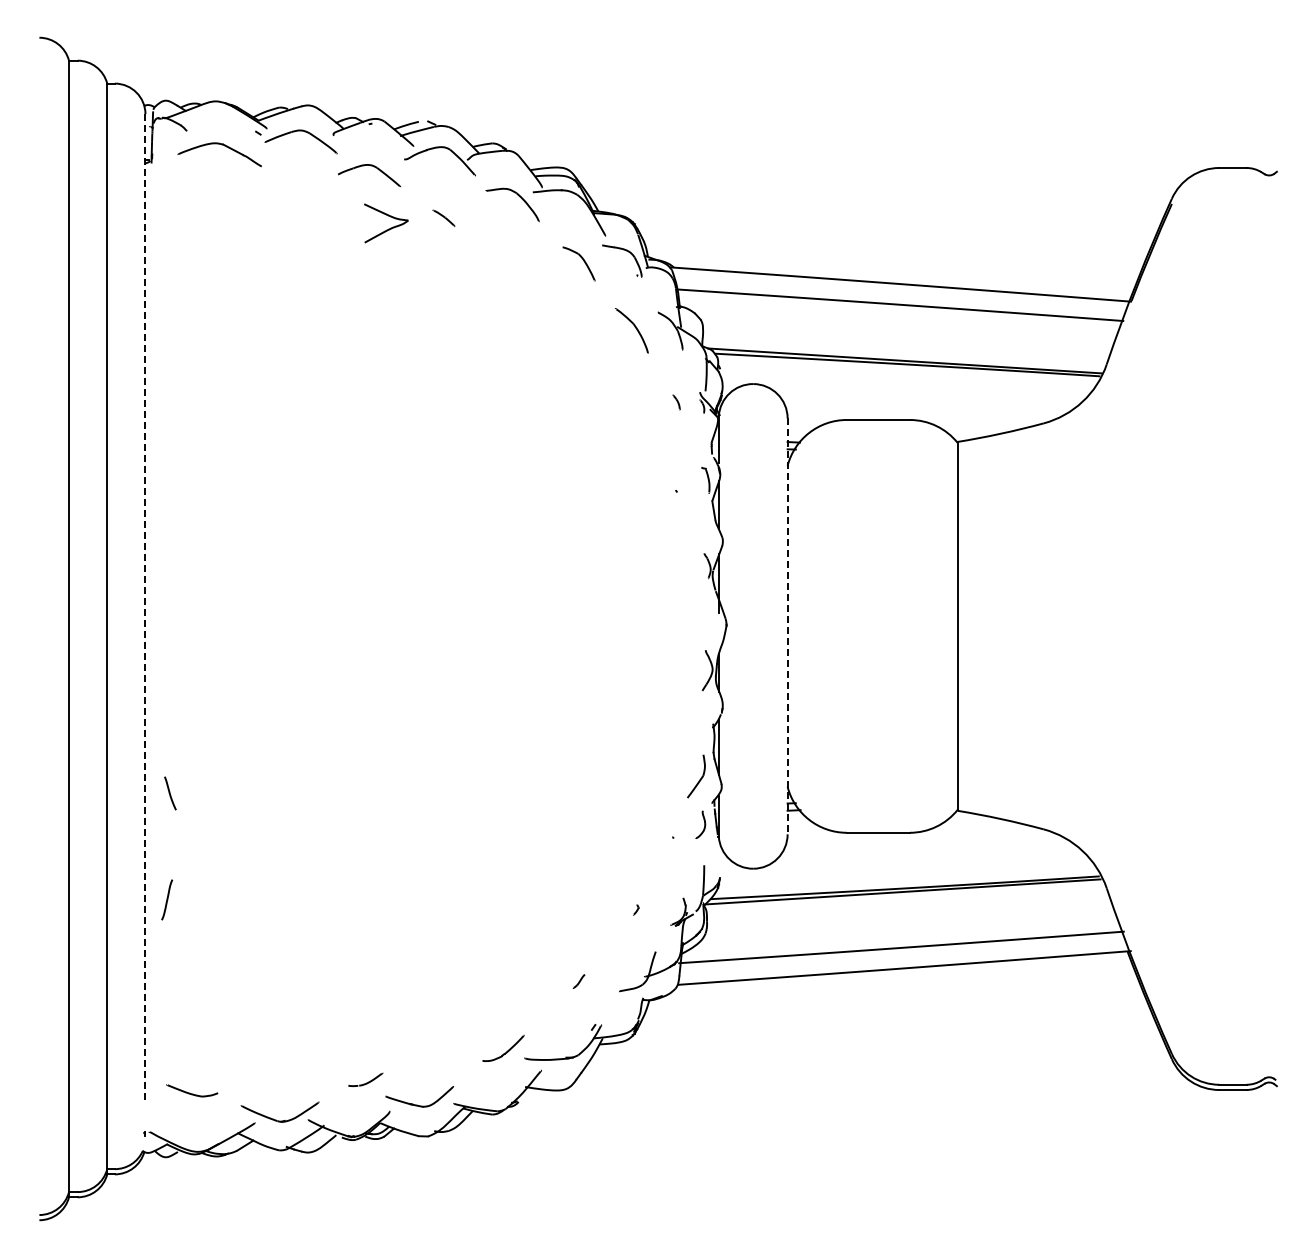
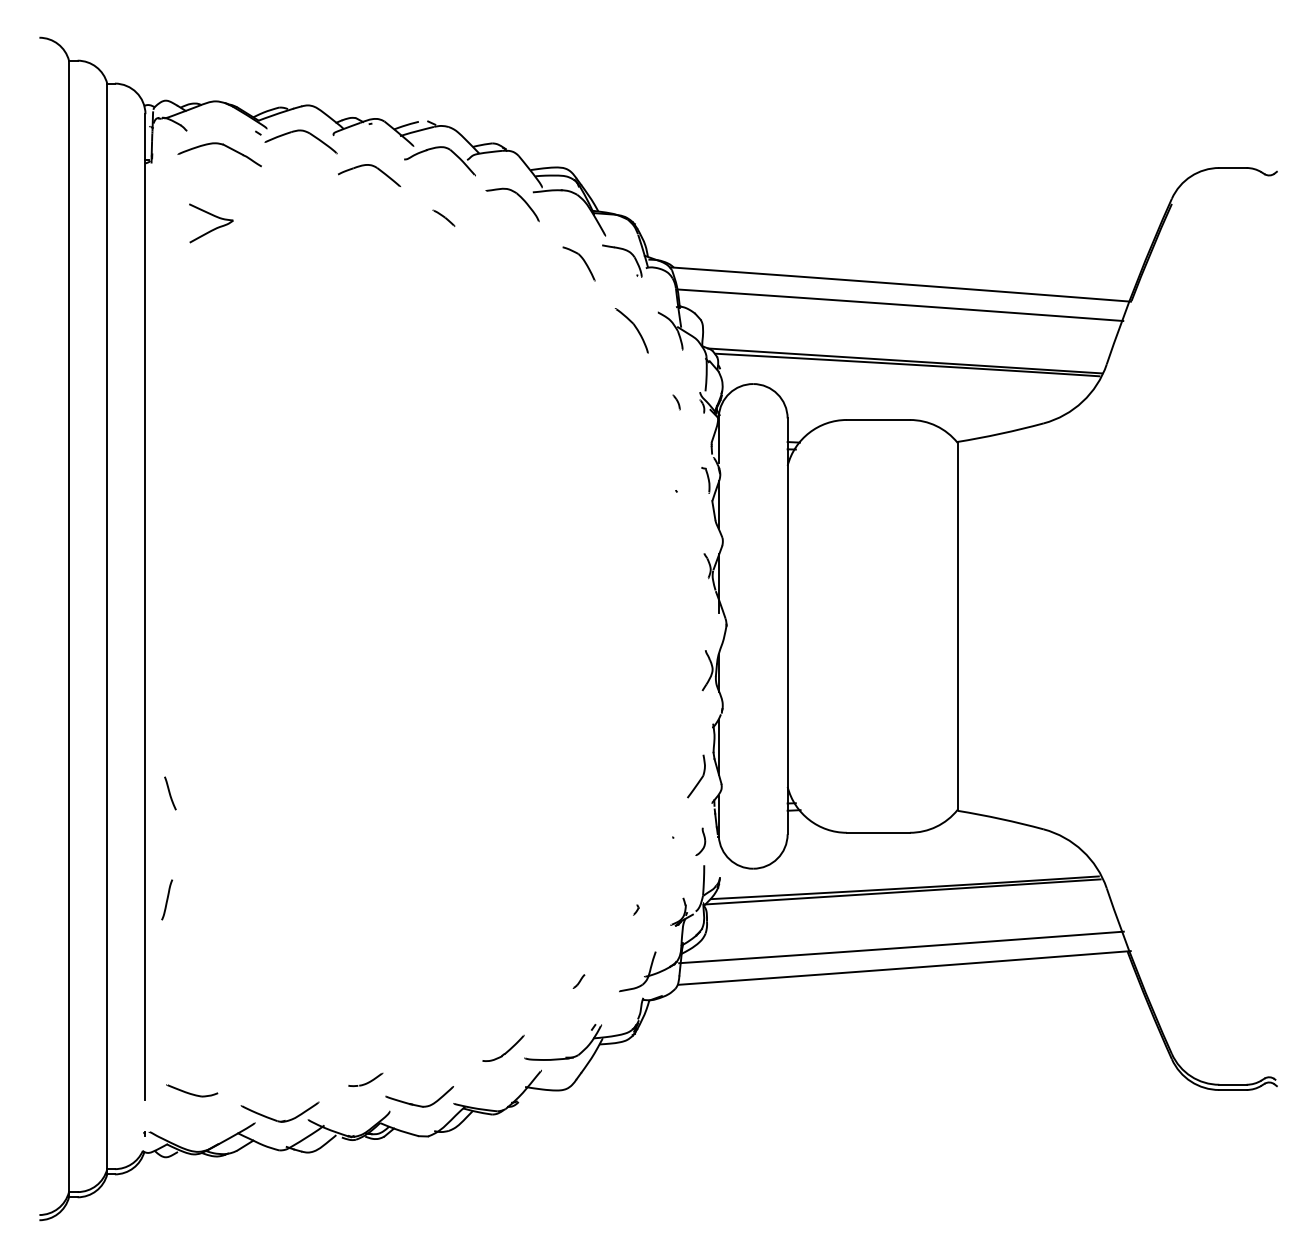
part at (386, 223) position: (386, 223) -> (211, 223)
line at (145, 607): dashed -> solid
line at (787, 626): dashed -> solid
part at (700, 824) position: (700, 824) -> (700, 841)
